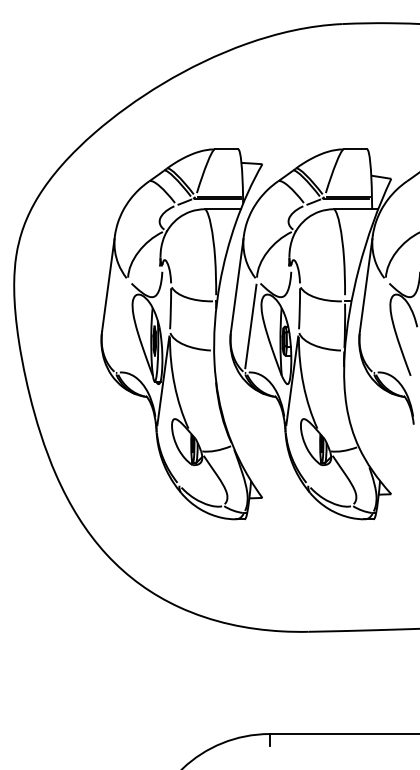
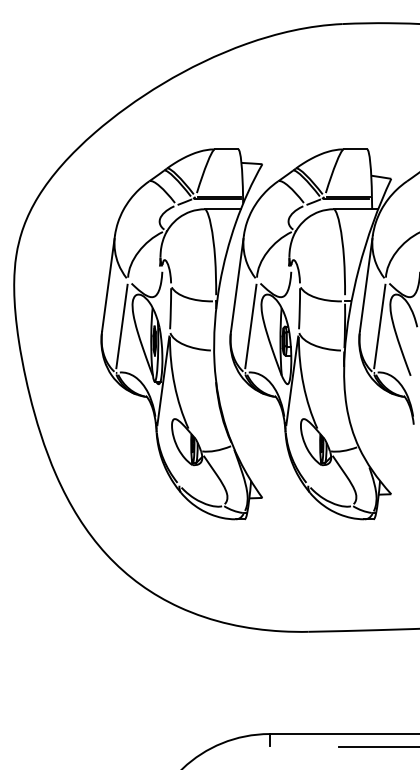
line at (121, 326): none -> present
line at (379, 326): none -> present
line at (377, 746): none -> present
